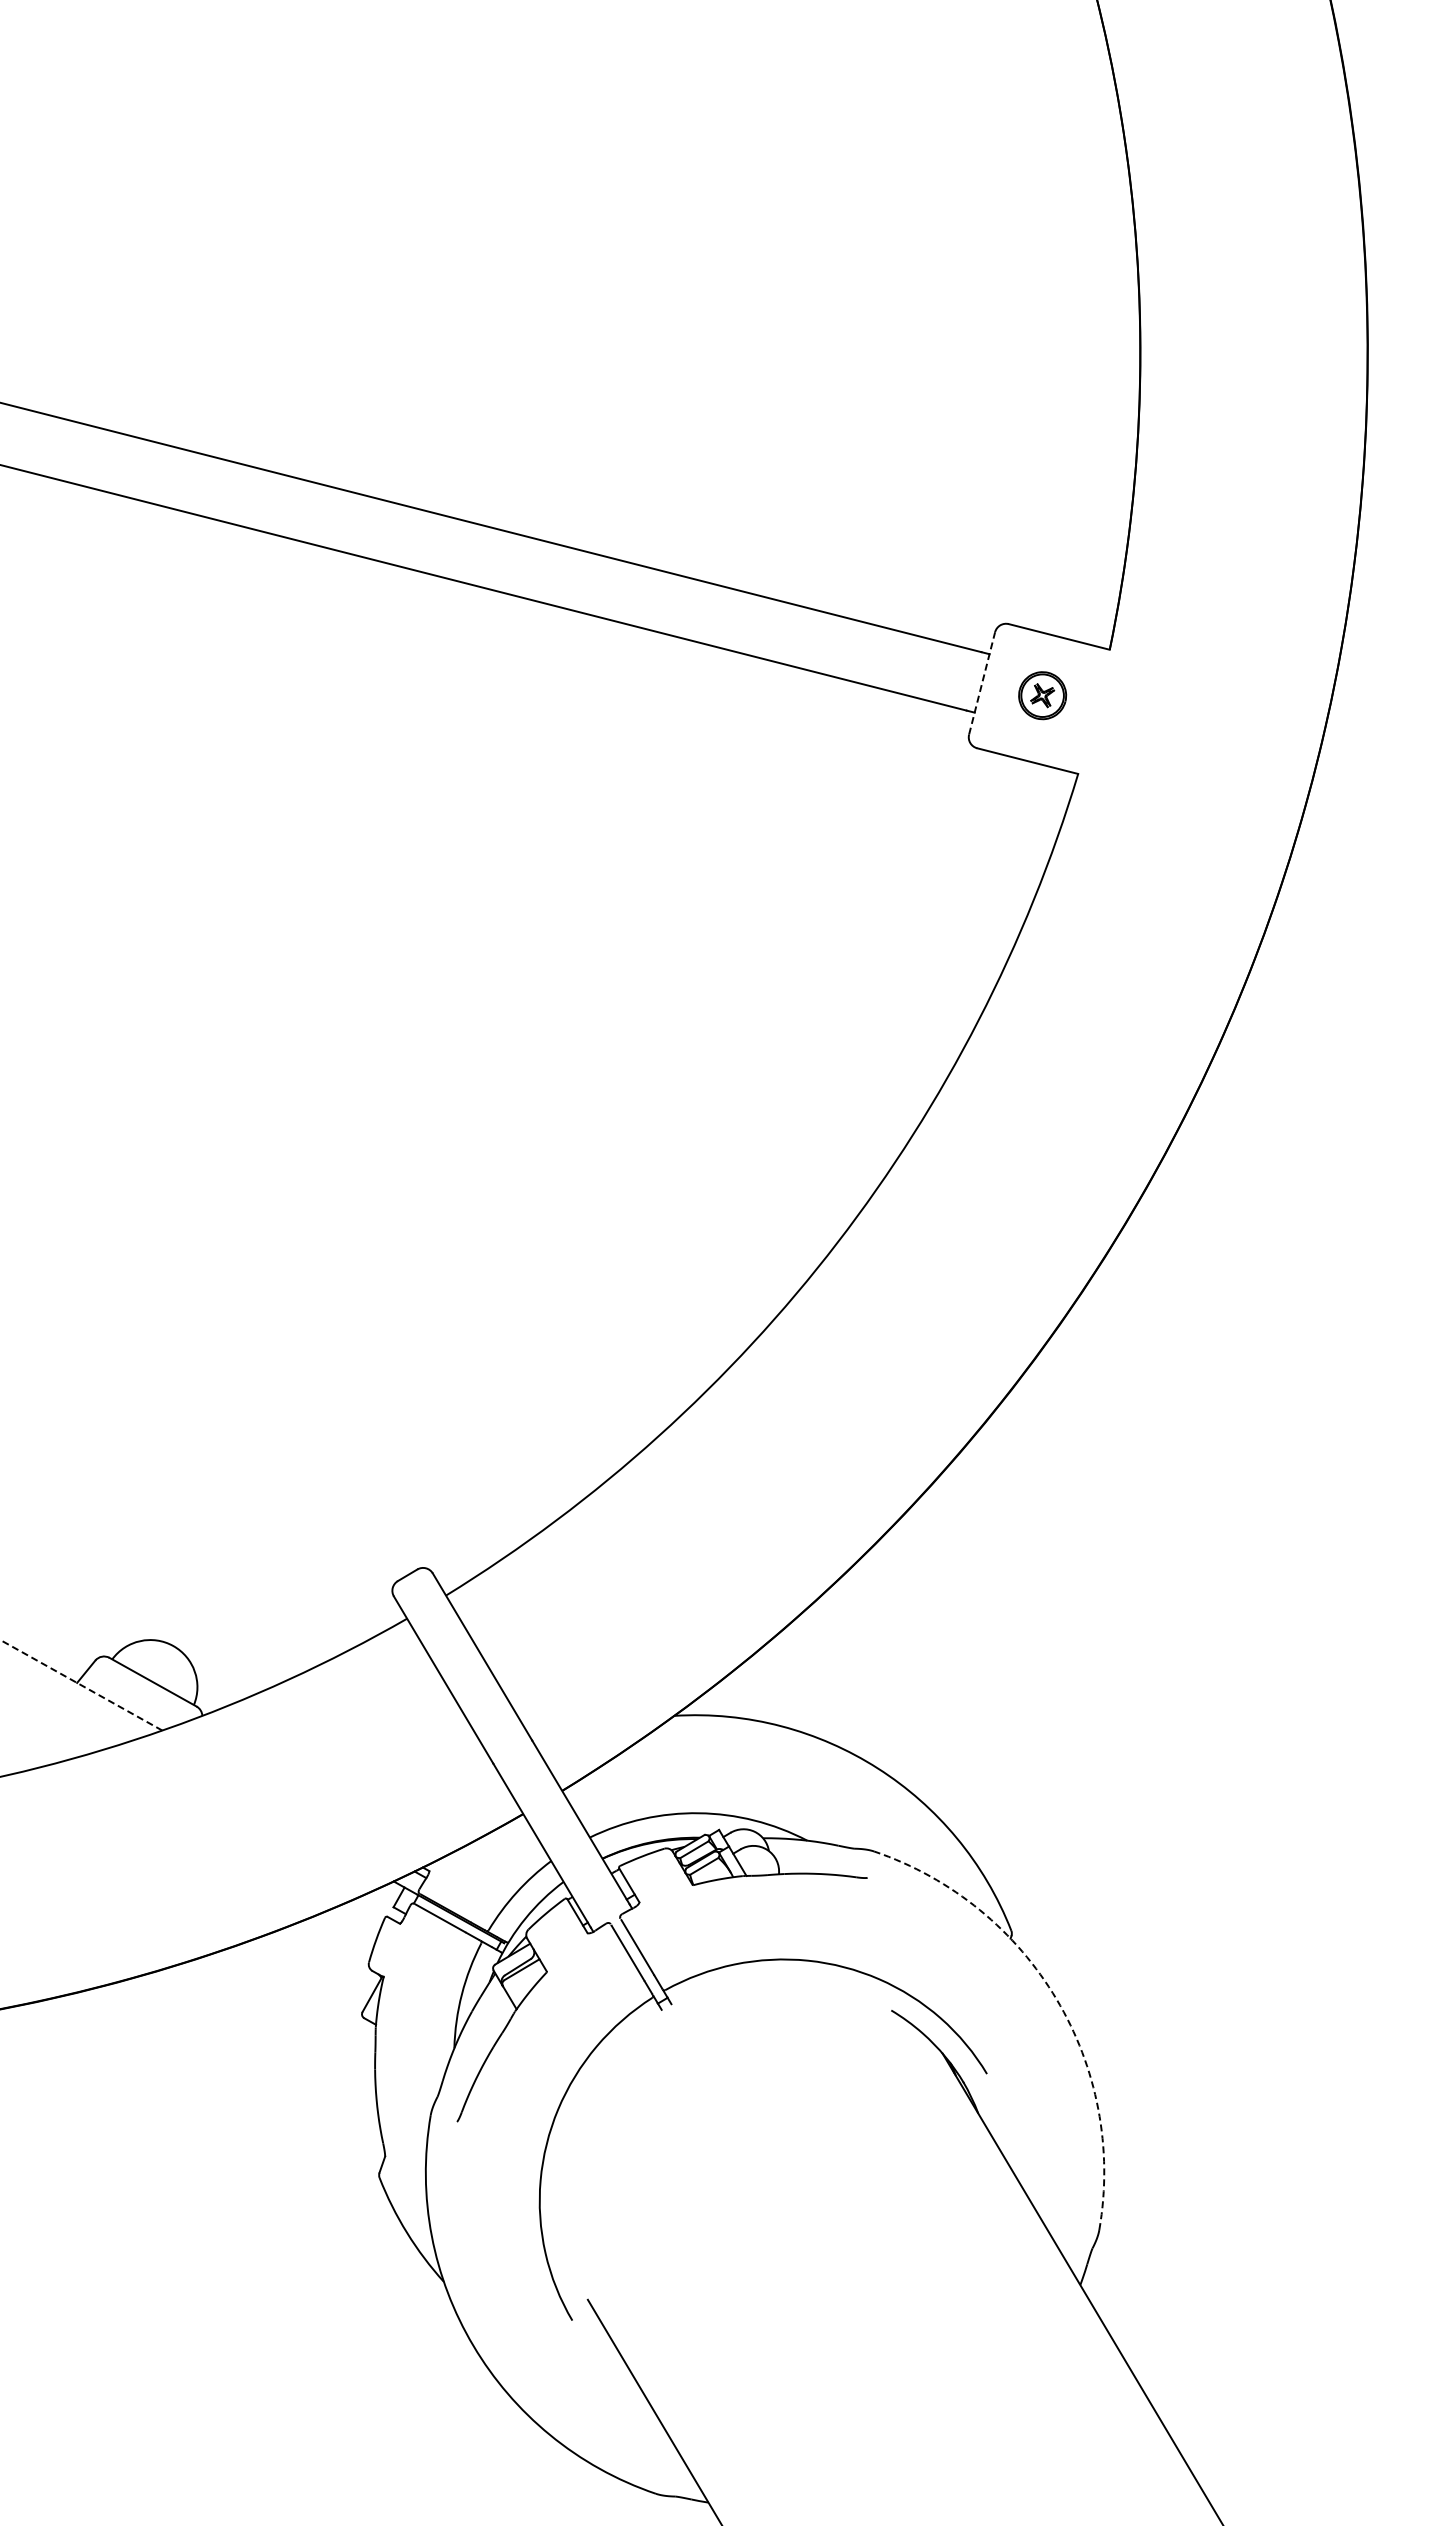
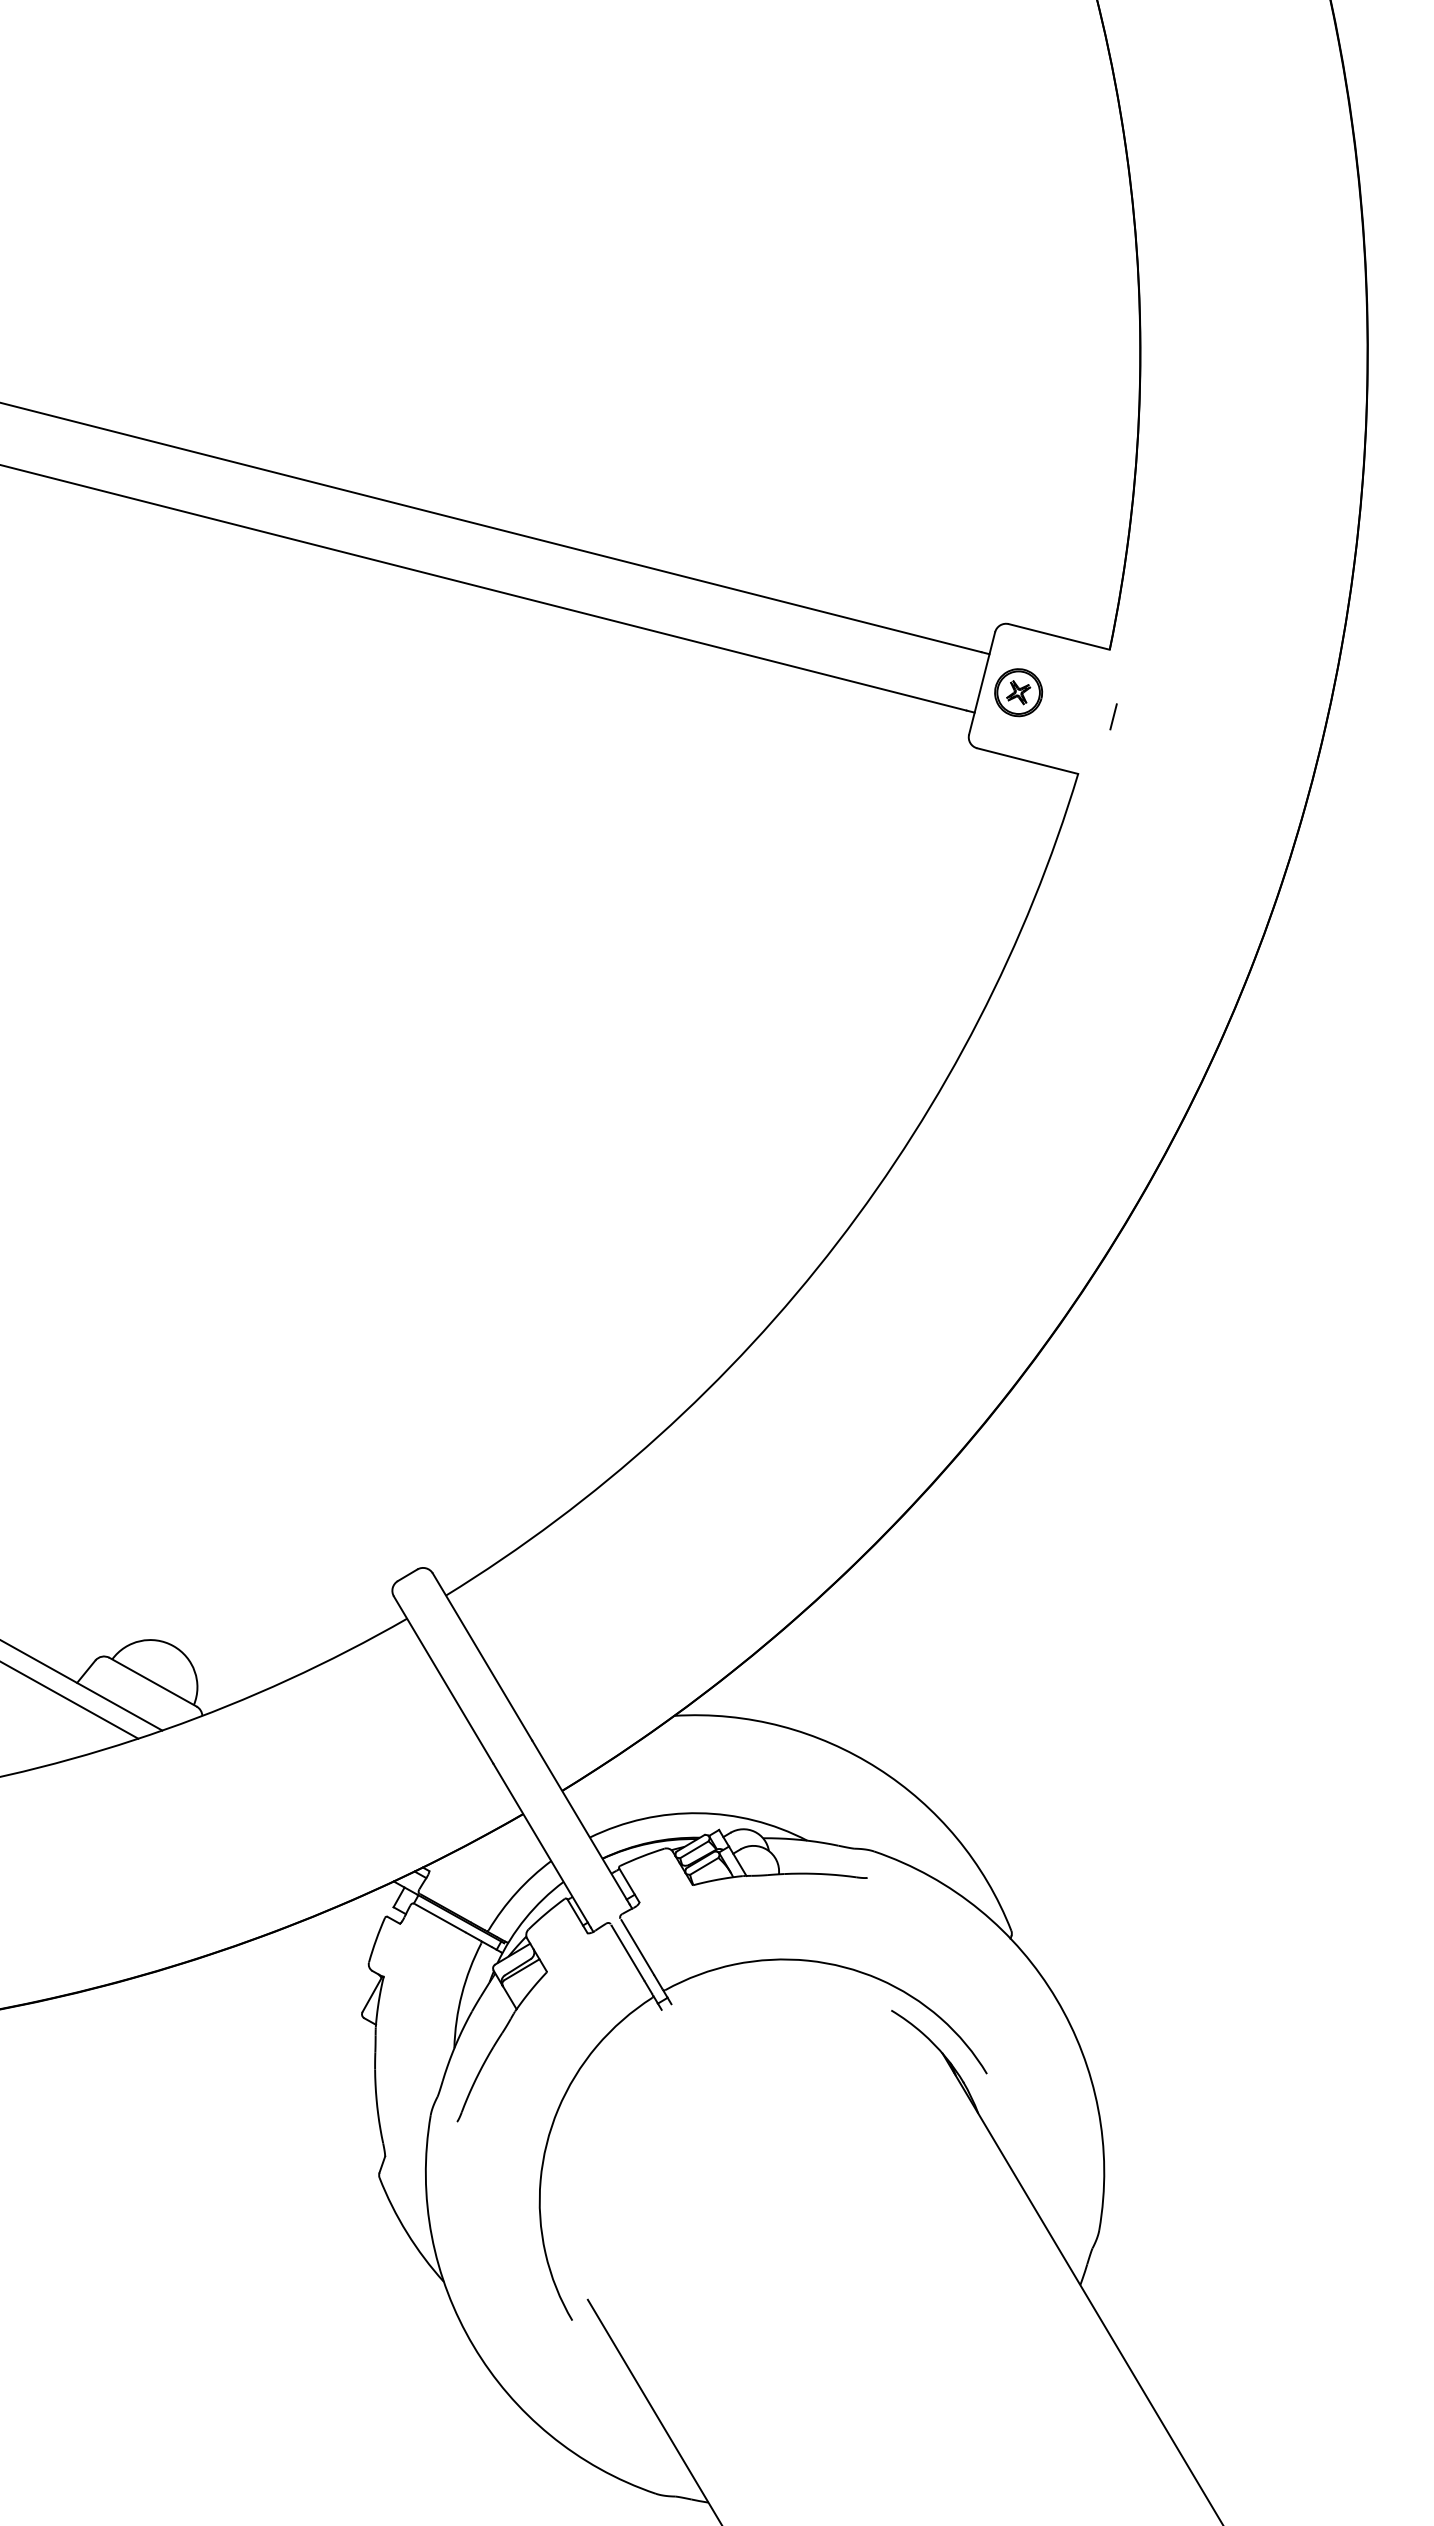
line at (982, 683): dashed -> solid
part at (1042, 695) position: (1042, 695) -> (1018, 692)
line at (1113, 716): none -> present
line at (81, 1685): dashed -> solid
line at (70, 1700): none -> present
arc at (1056, 1999): dashed -> solid
